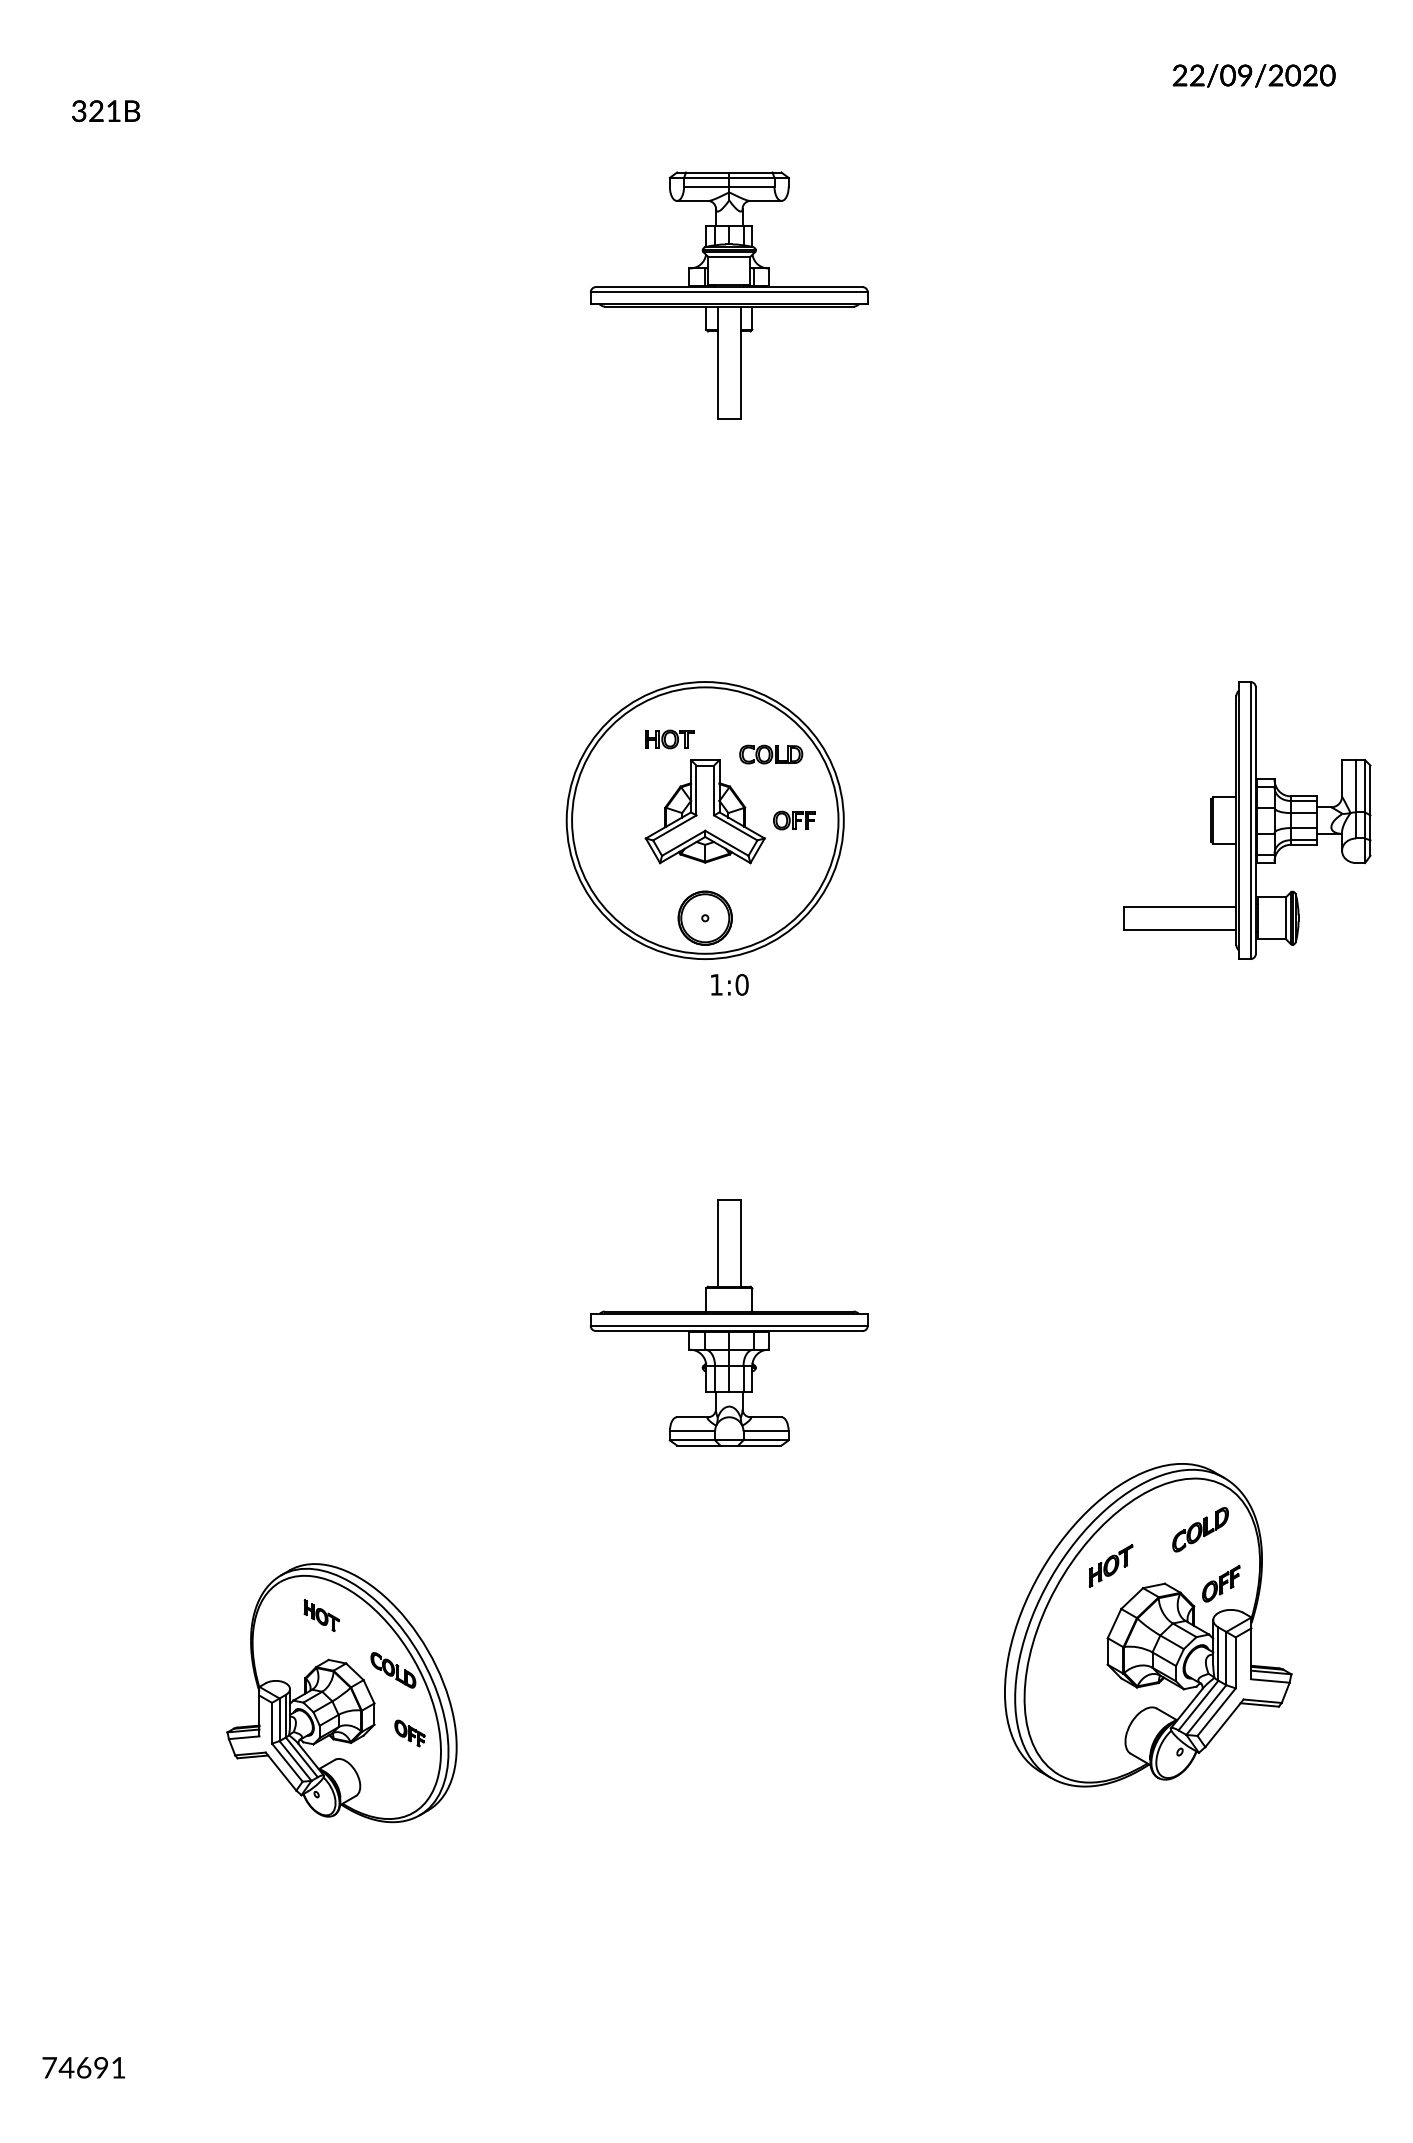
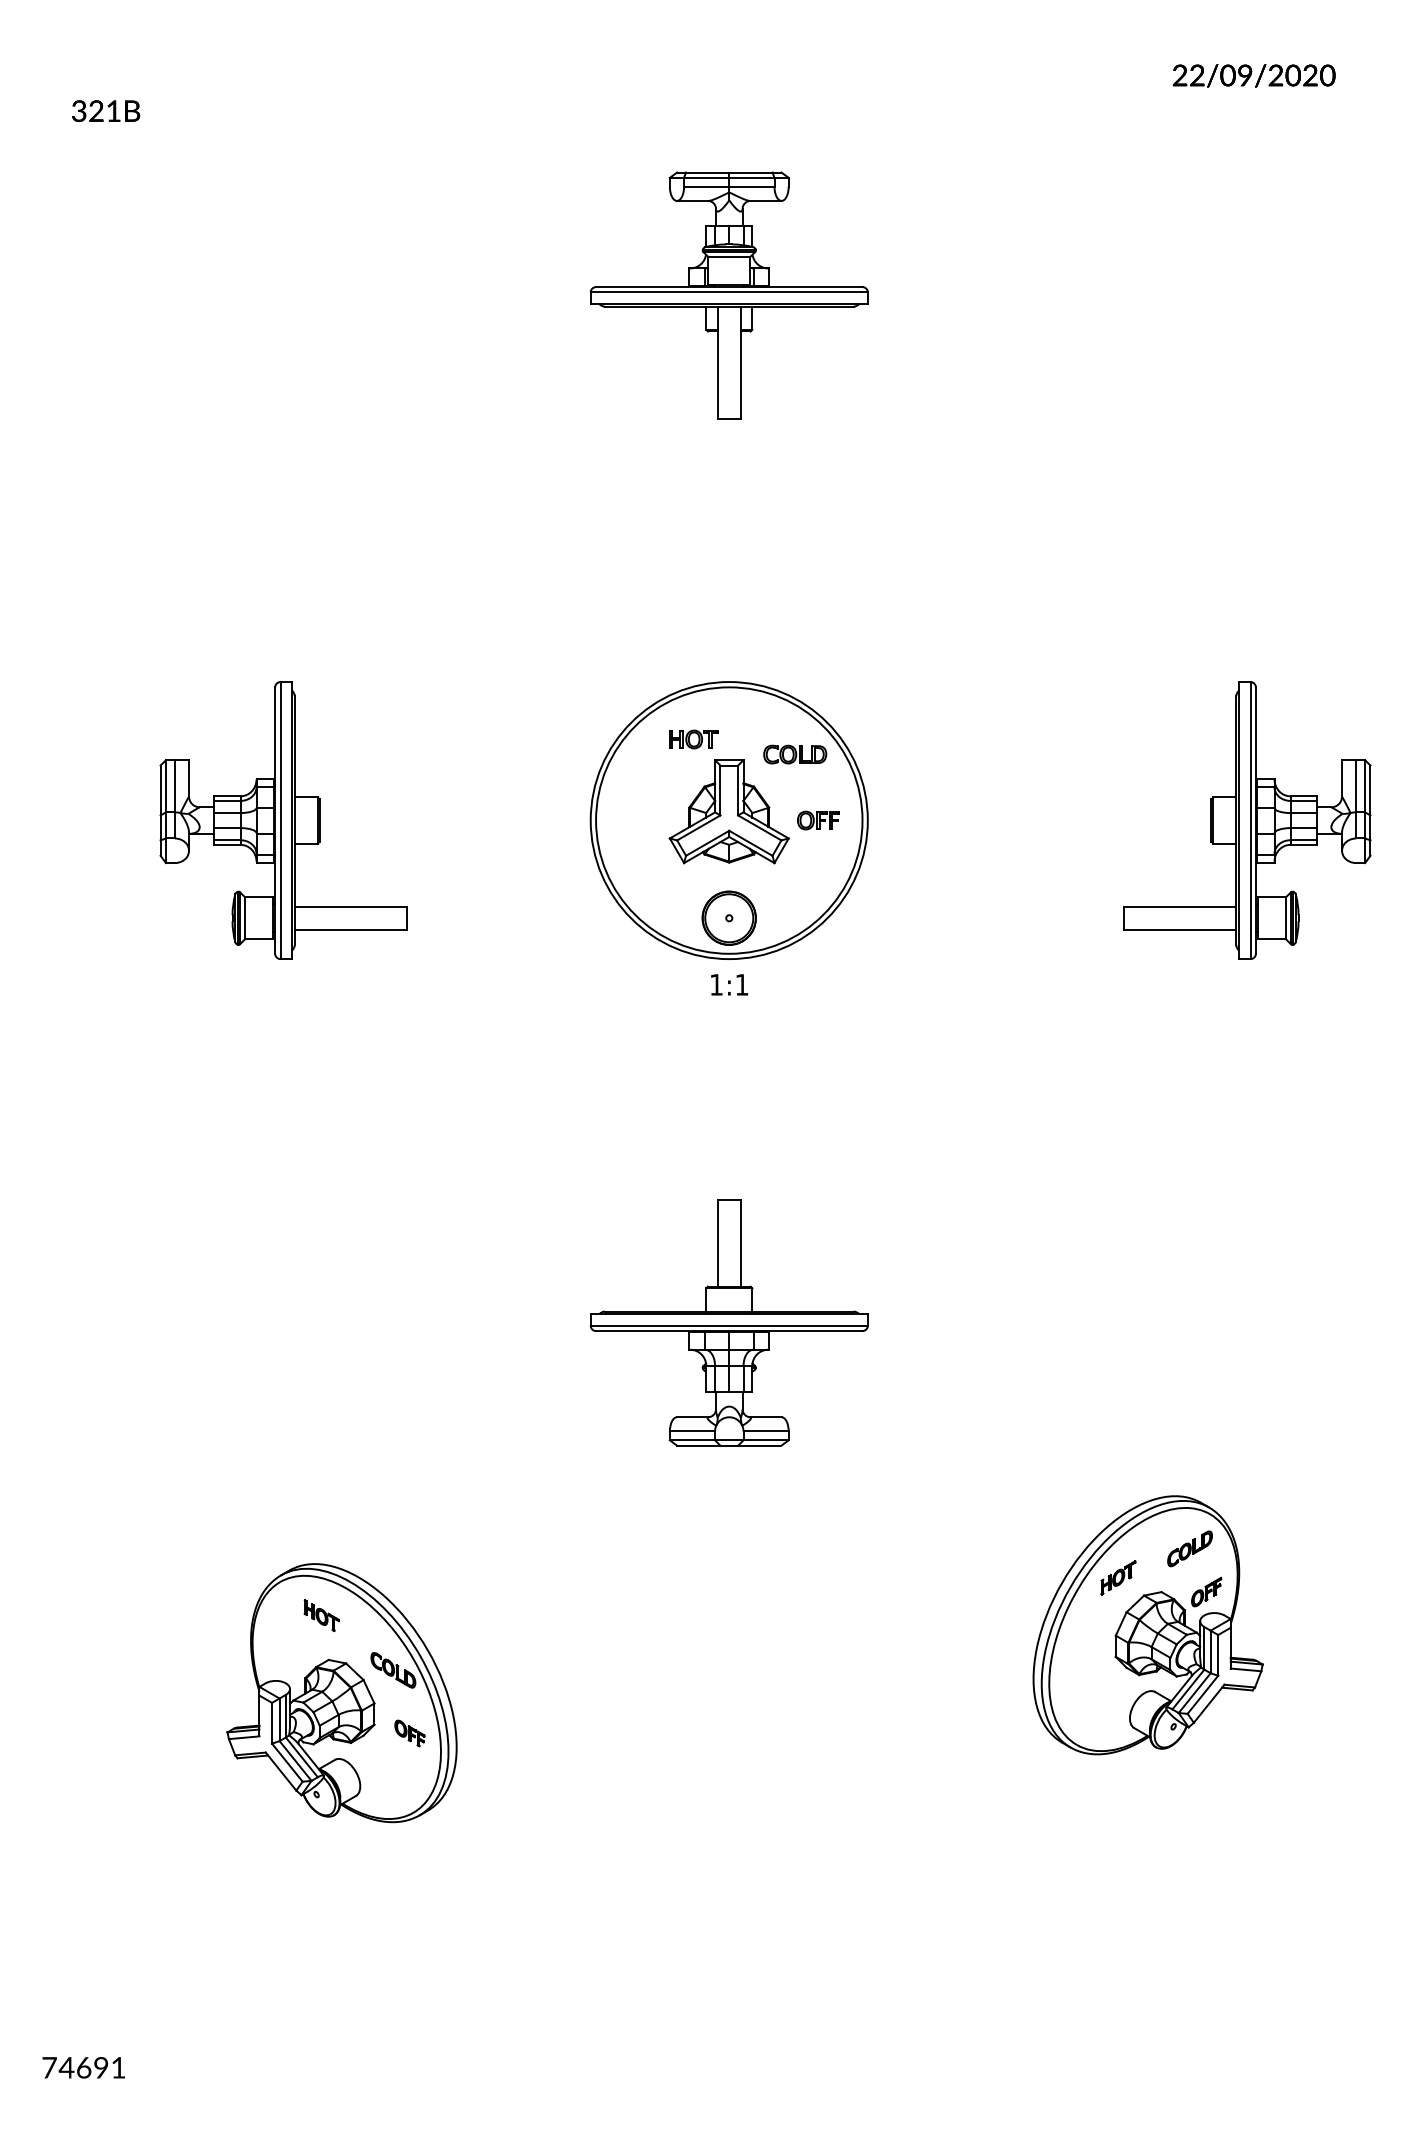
part at (283, 820): none -> present
part at (704, 820) position: (704, 820) -> (728, 820)
text at (741, 984): 1:0 -> 1:1
part at (1148, 1625) size: 289x325 px -> 232x261 px
